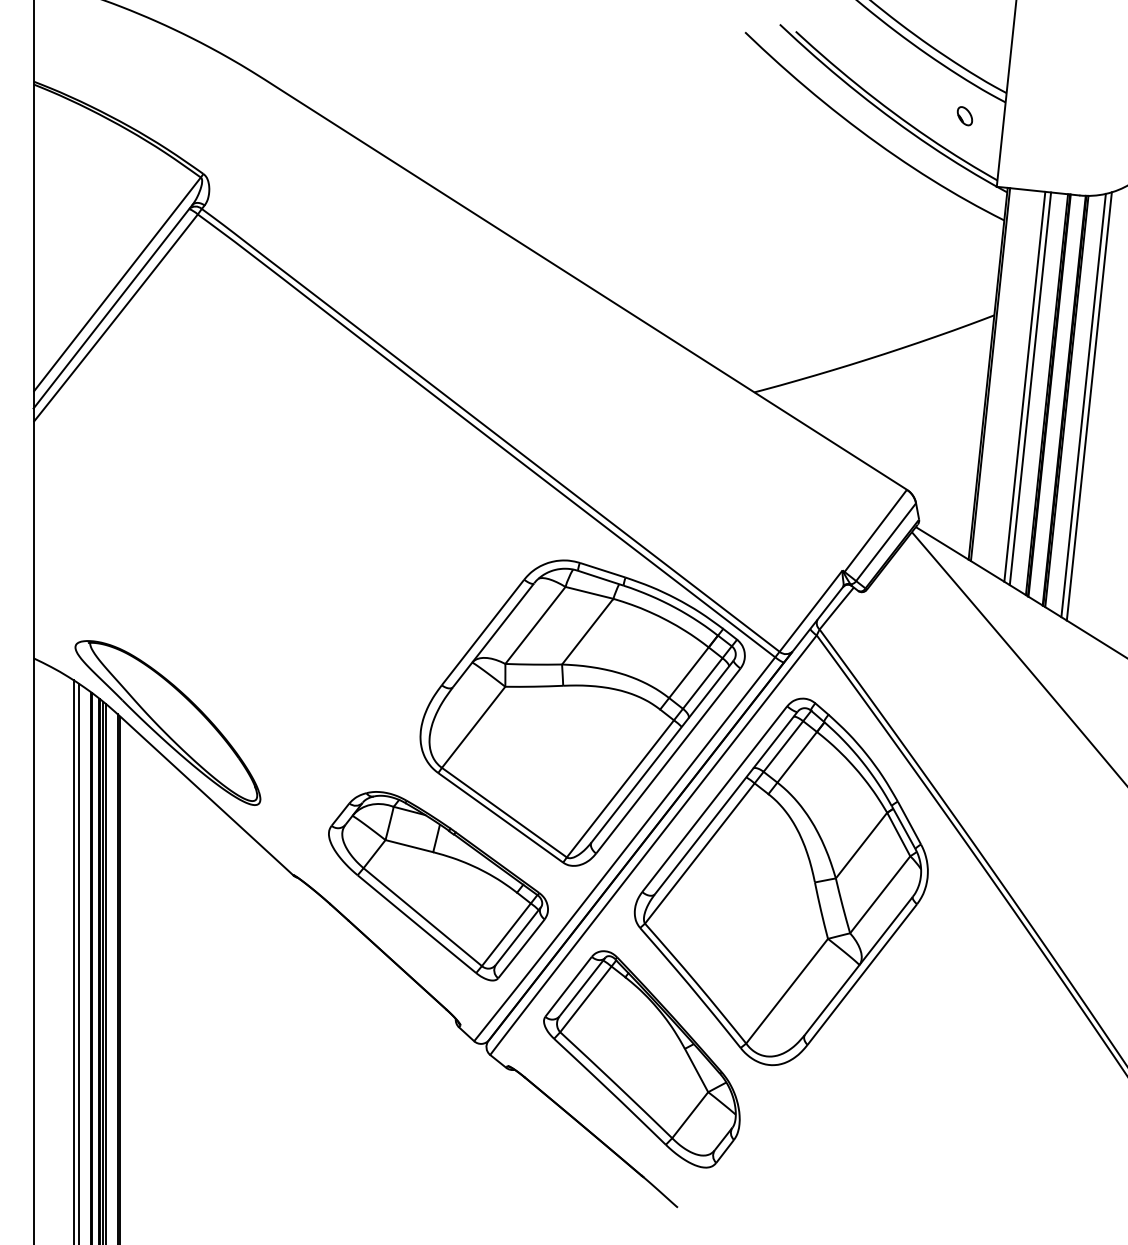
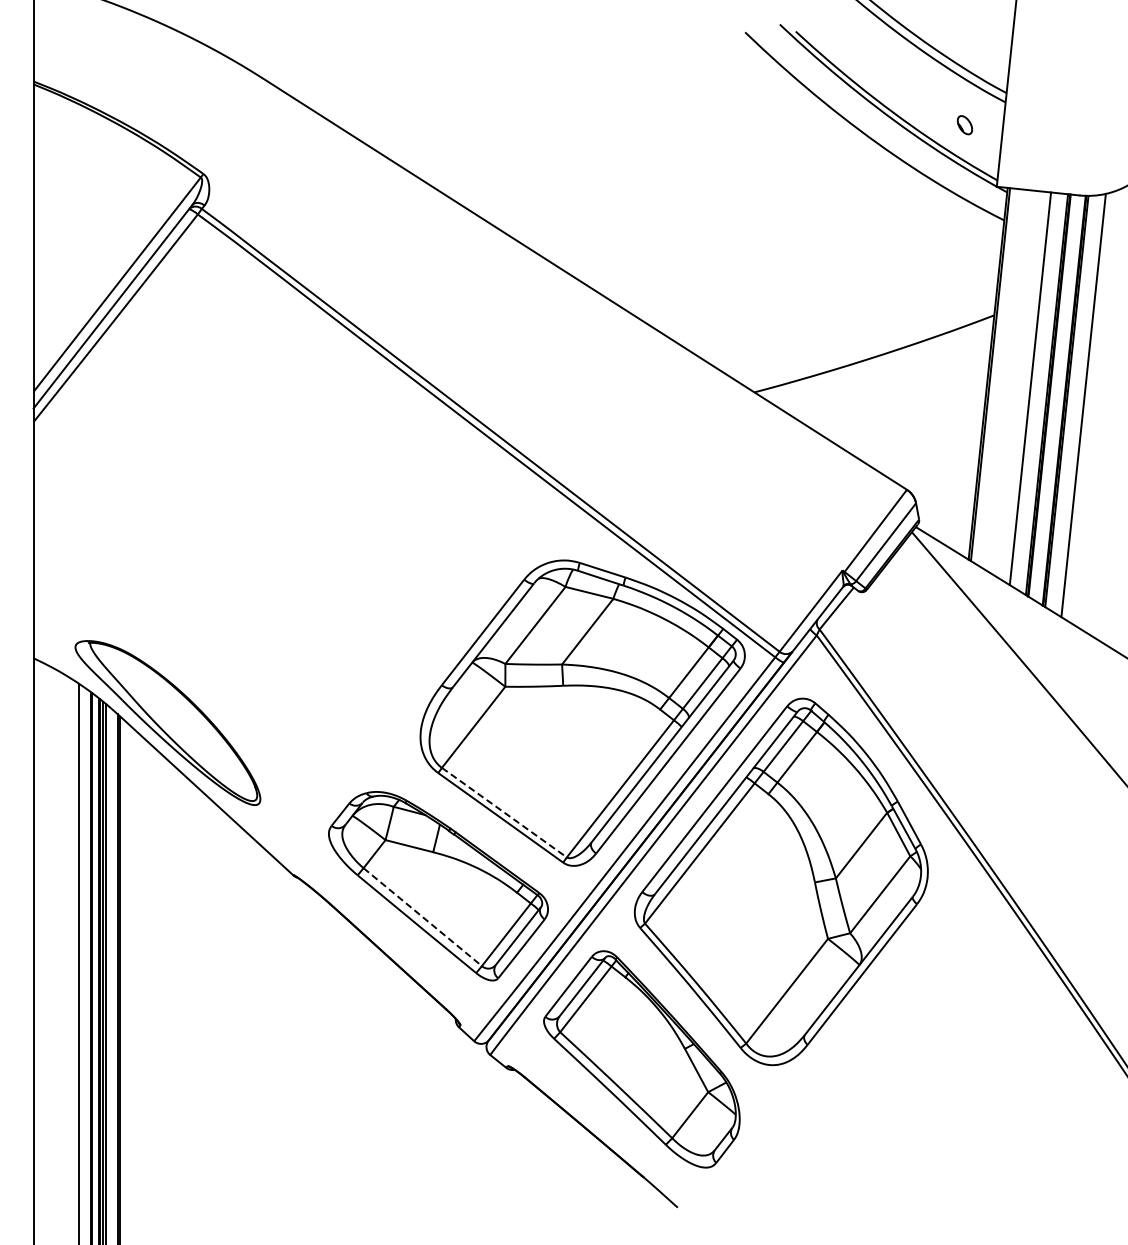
part at (964, 116) position: (964, 116) -> (964, 125)
line at (1024, 386): present -> none
line at (1088, 406): present -> none
line at (504, 812): solid -> dashed
line at (422, 917): solid -> dashed
line at (73, 960): present -> none
